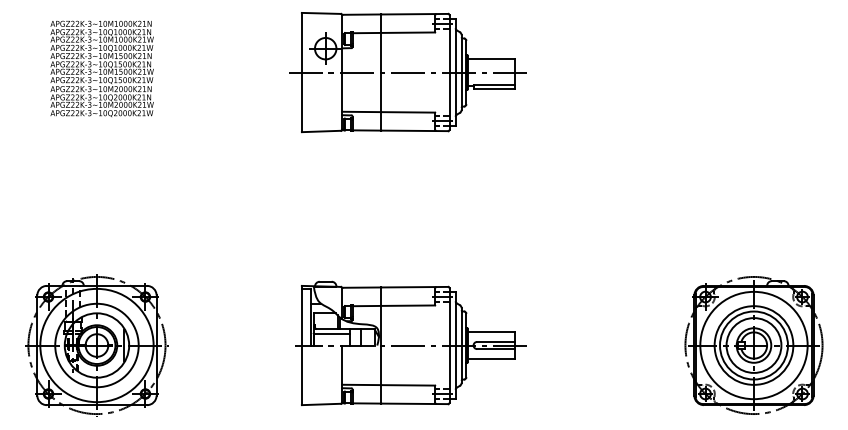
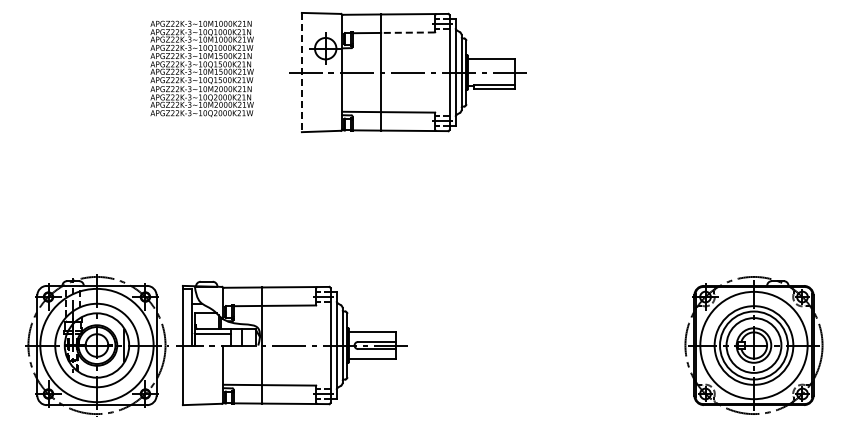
line at (407, 32): solid -> dashed
text at (101, 68) position: (101, 68) -> (201, 68)
line at (301, 72): solid -> dashed
part at (410, 342) position: (410, 342) -> (291, 342)
